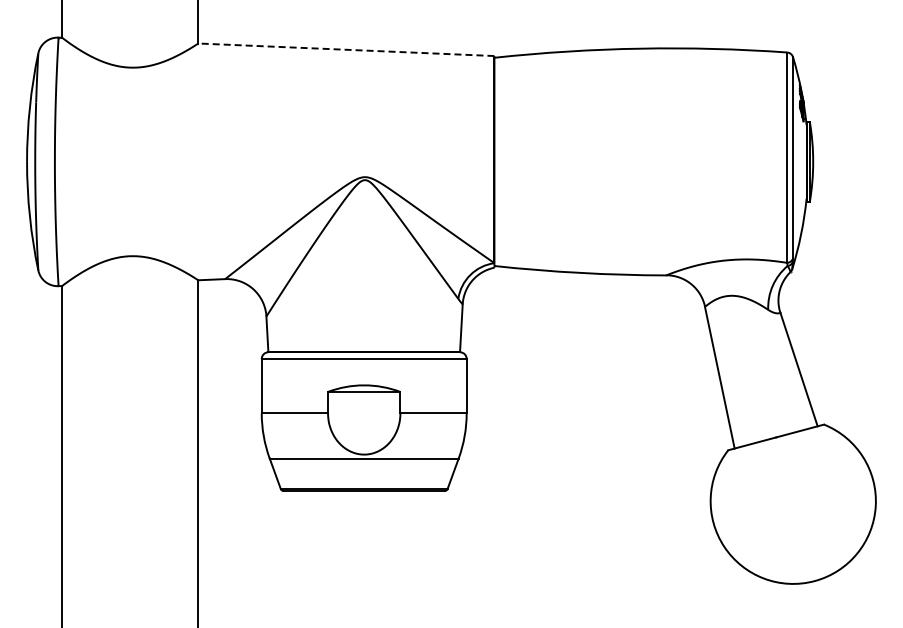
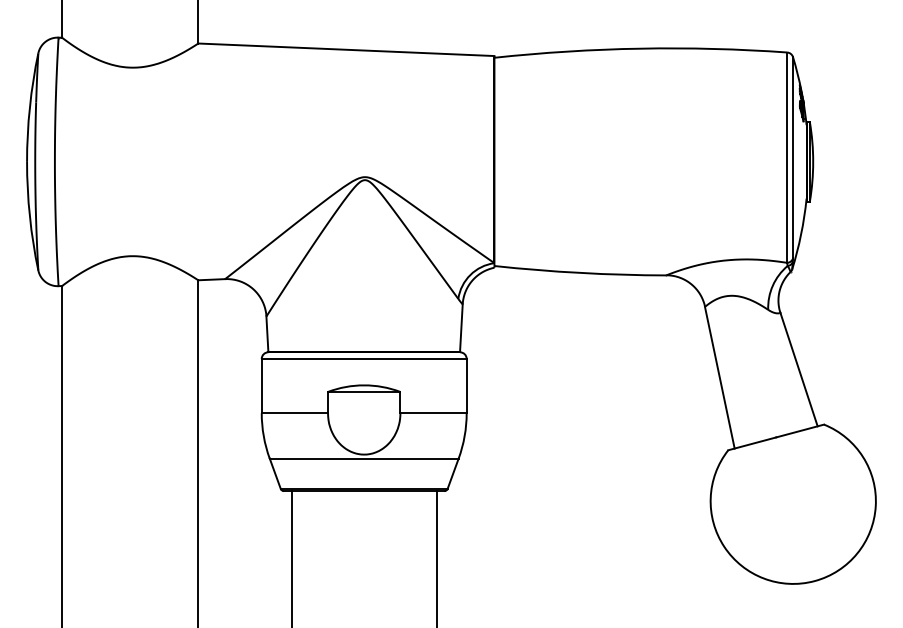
line at (345, 49): dashed -> solid
line at (291, 557): none -> present
line at (436, 557): none -> present
